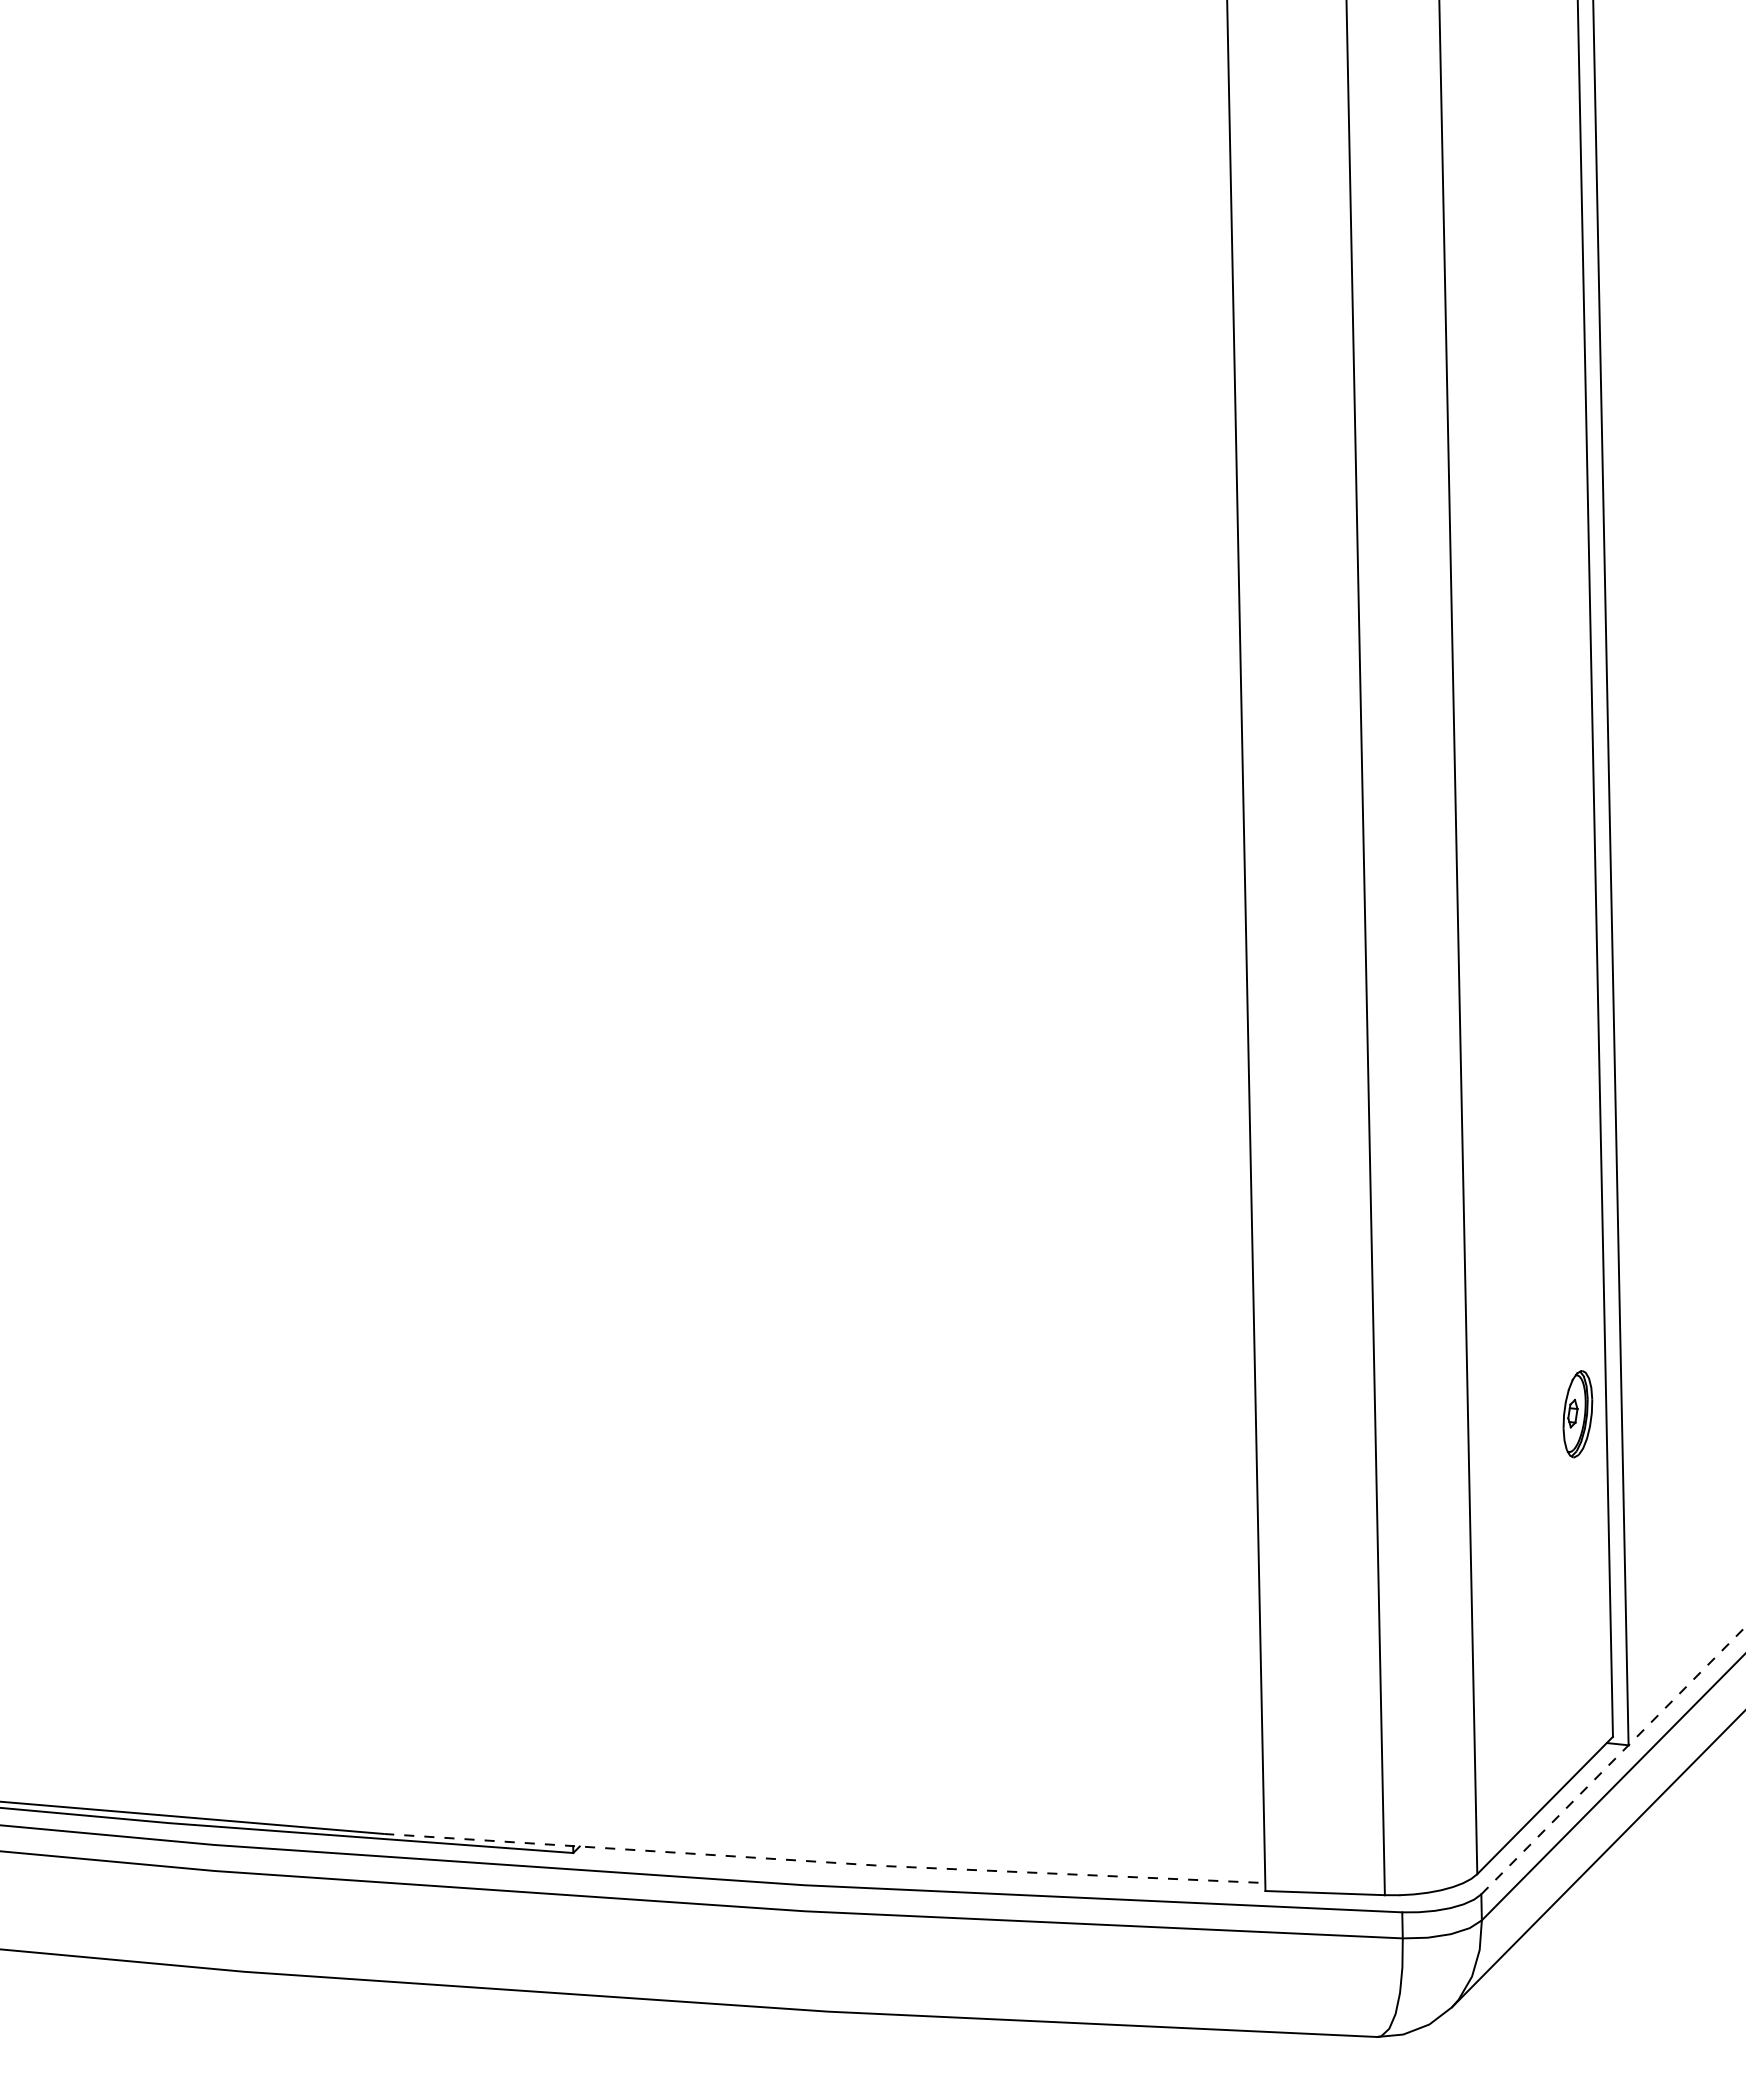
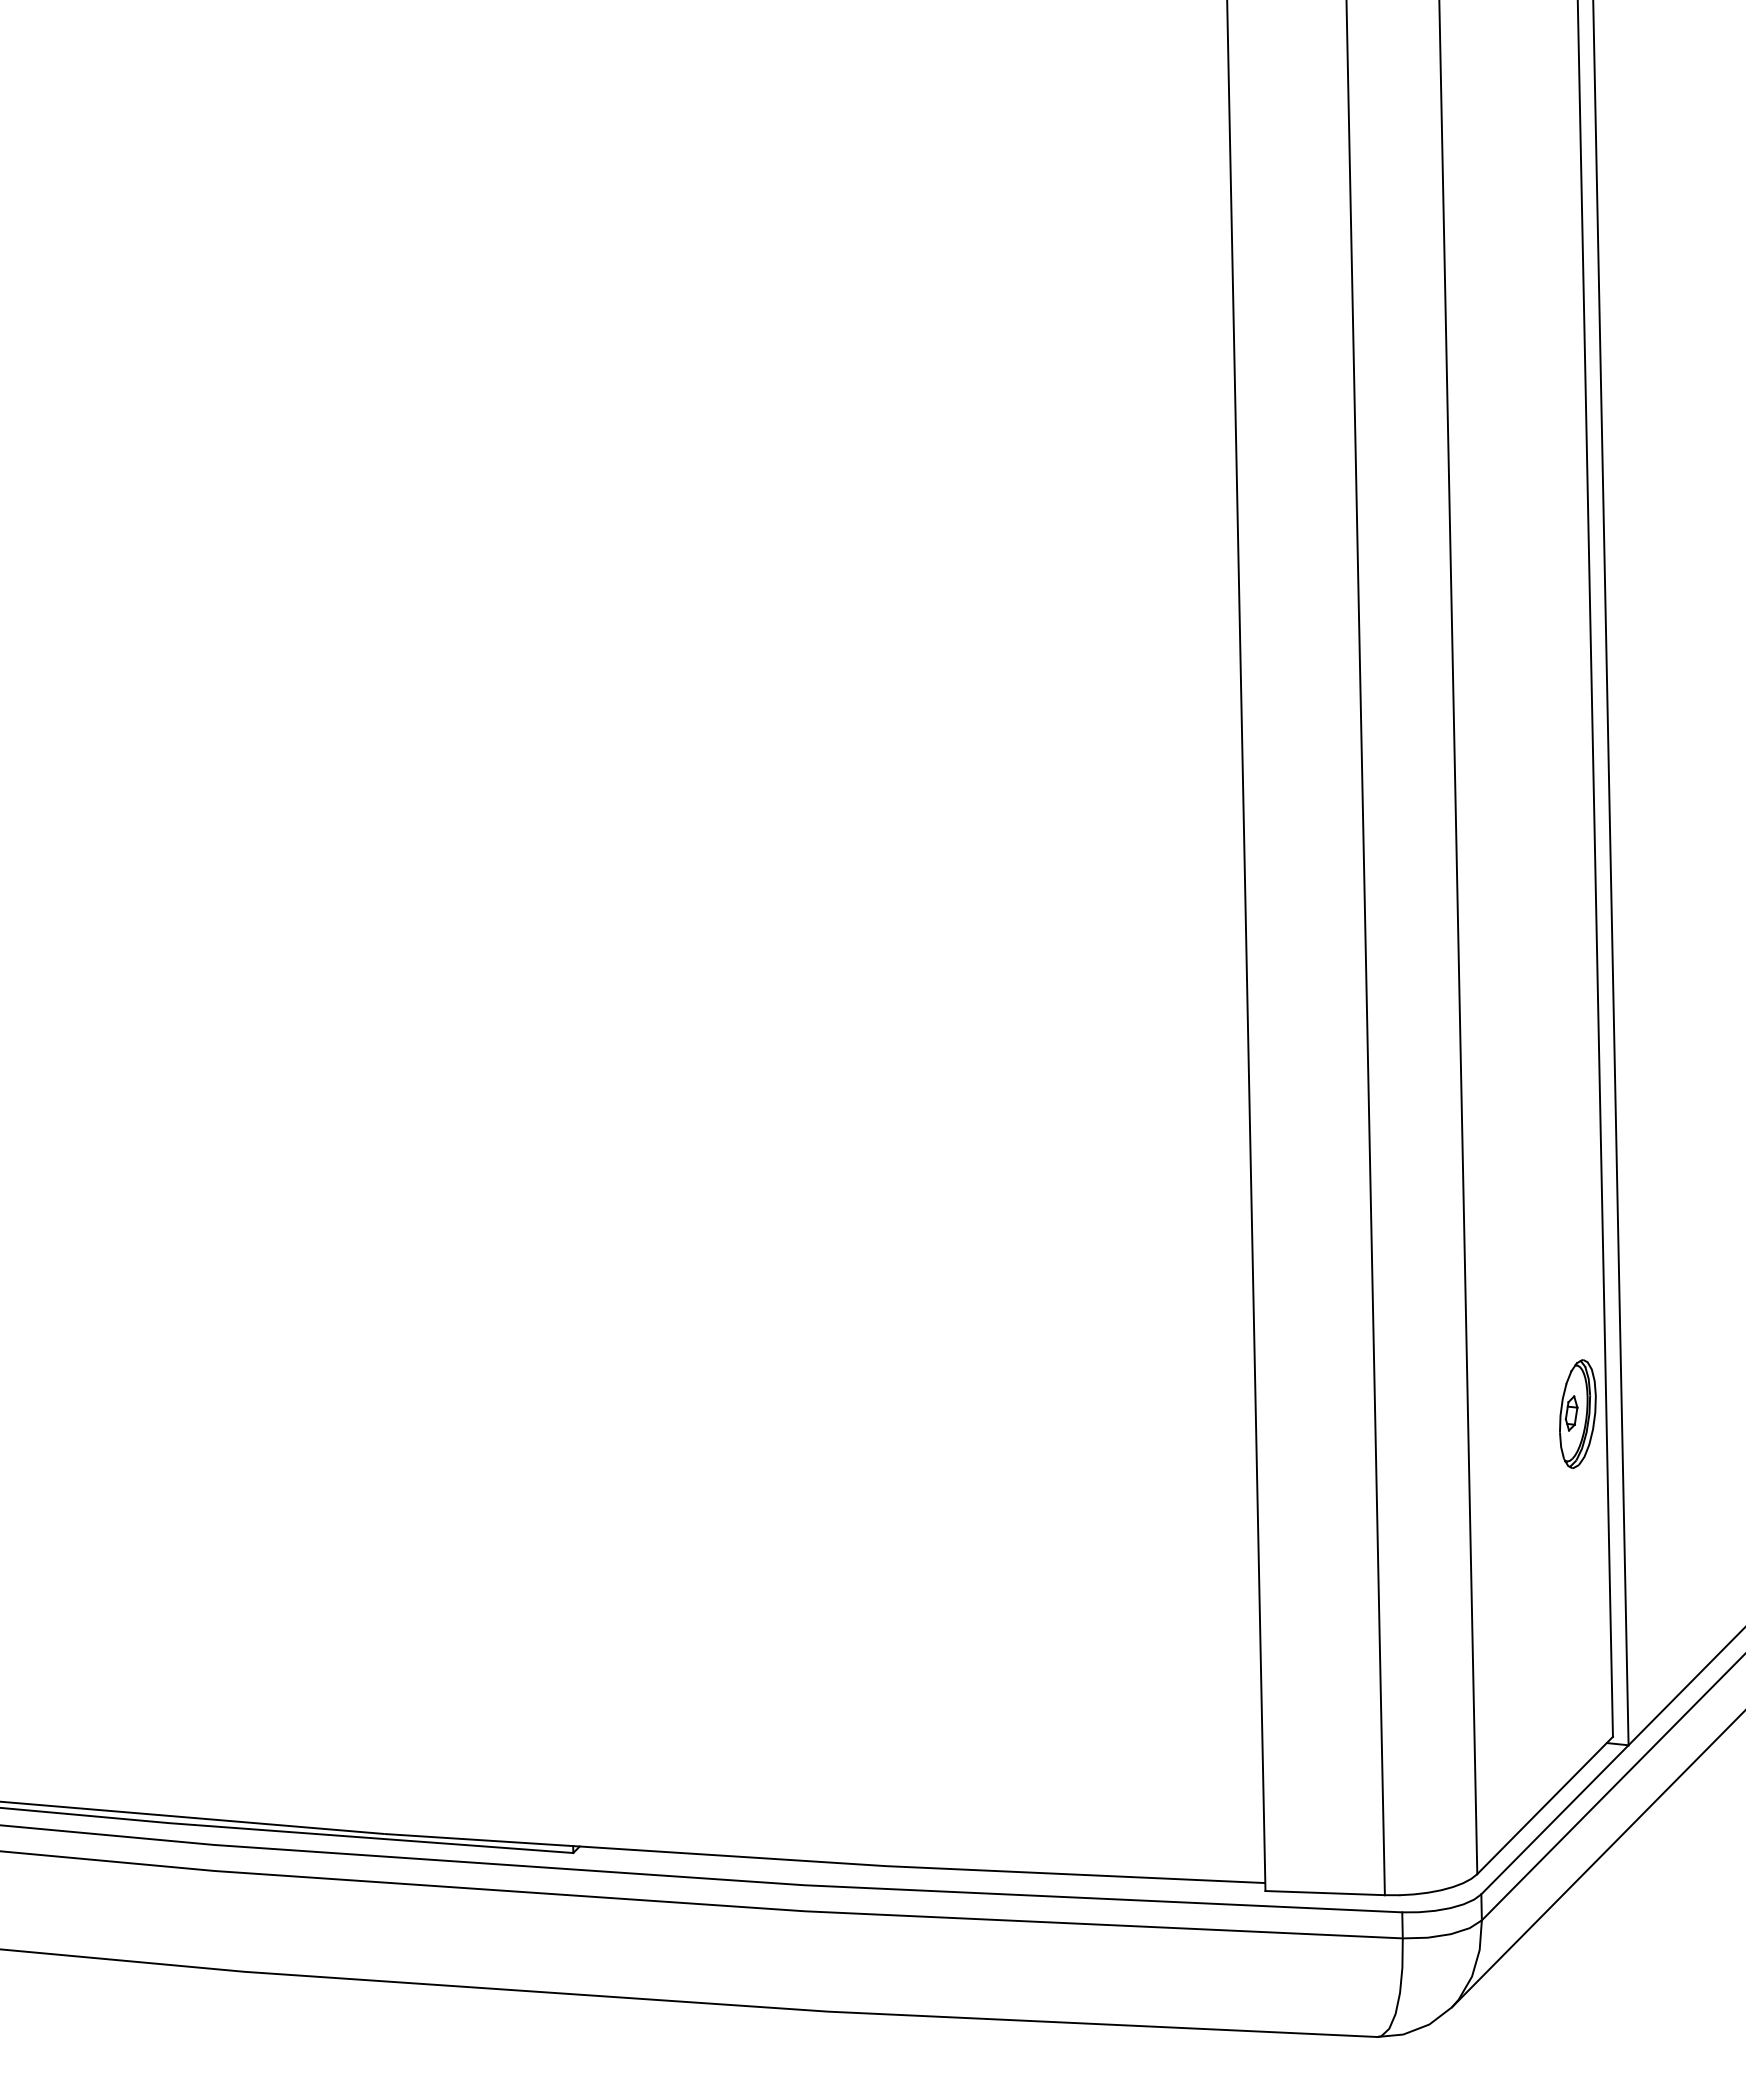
part at (1577, 1414) size: 32x89 px -> 38x111 px
line at (1613, 1760): dashed -> solid
line at (826, 1862): dashed -> solid
